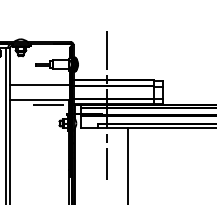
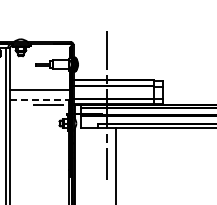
line at (40, 84) position: (40, 84) -> (40, 89)
line at (40, 100): solid -> dashed
line at (128, 164) position: (128, 164) -> (116, 164)
